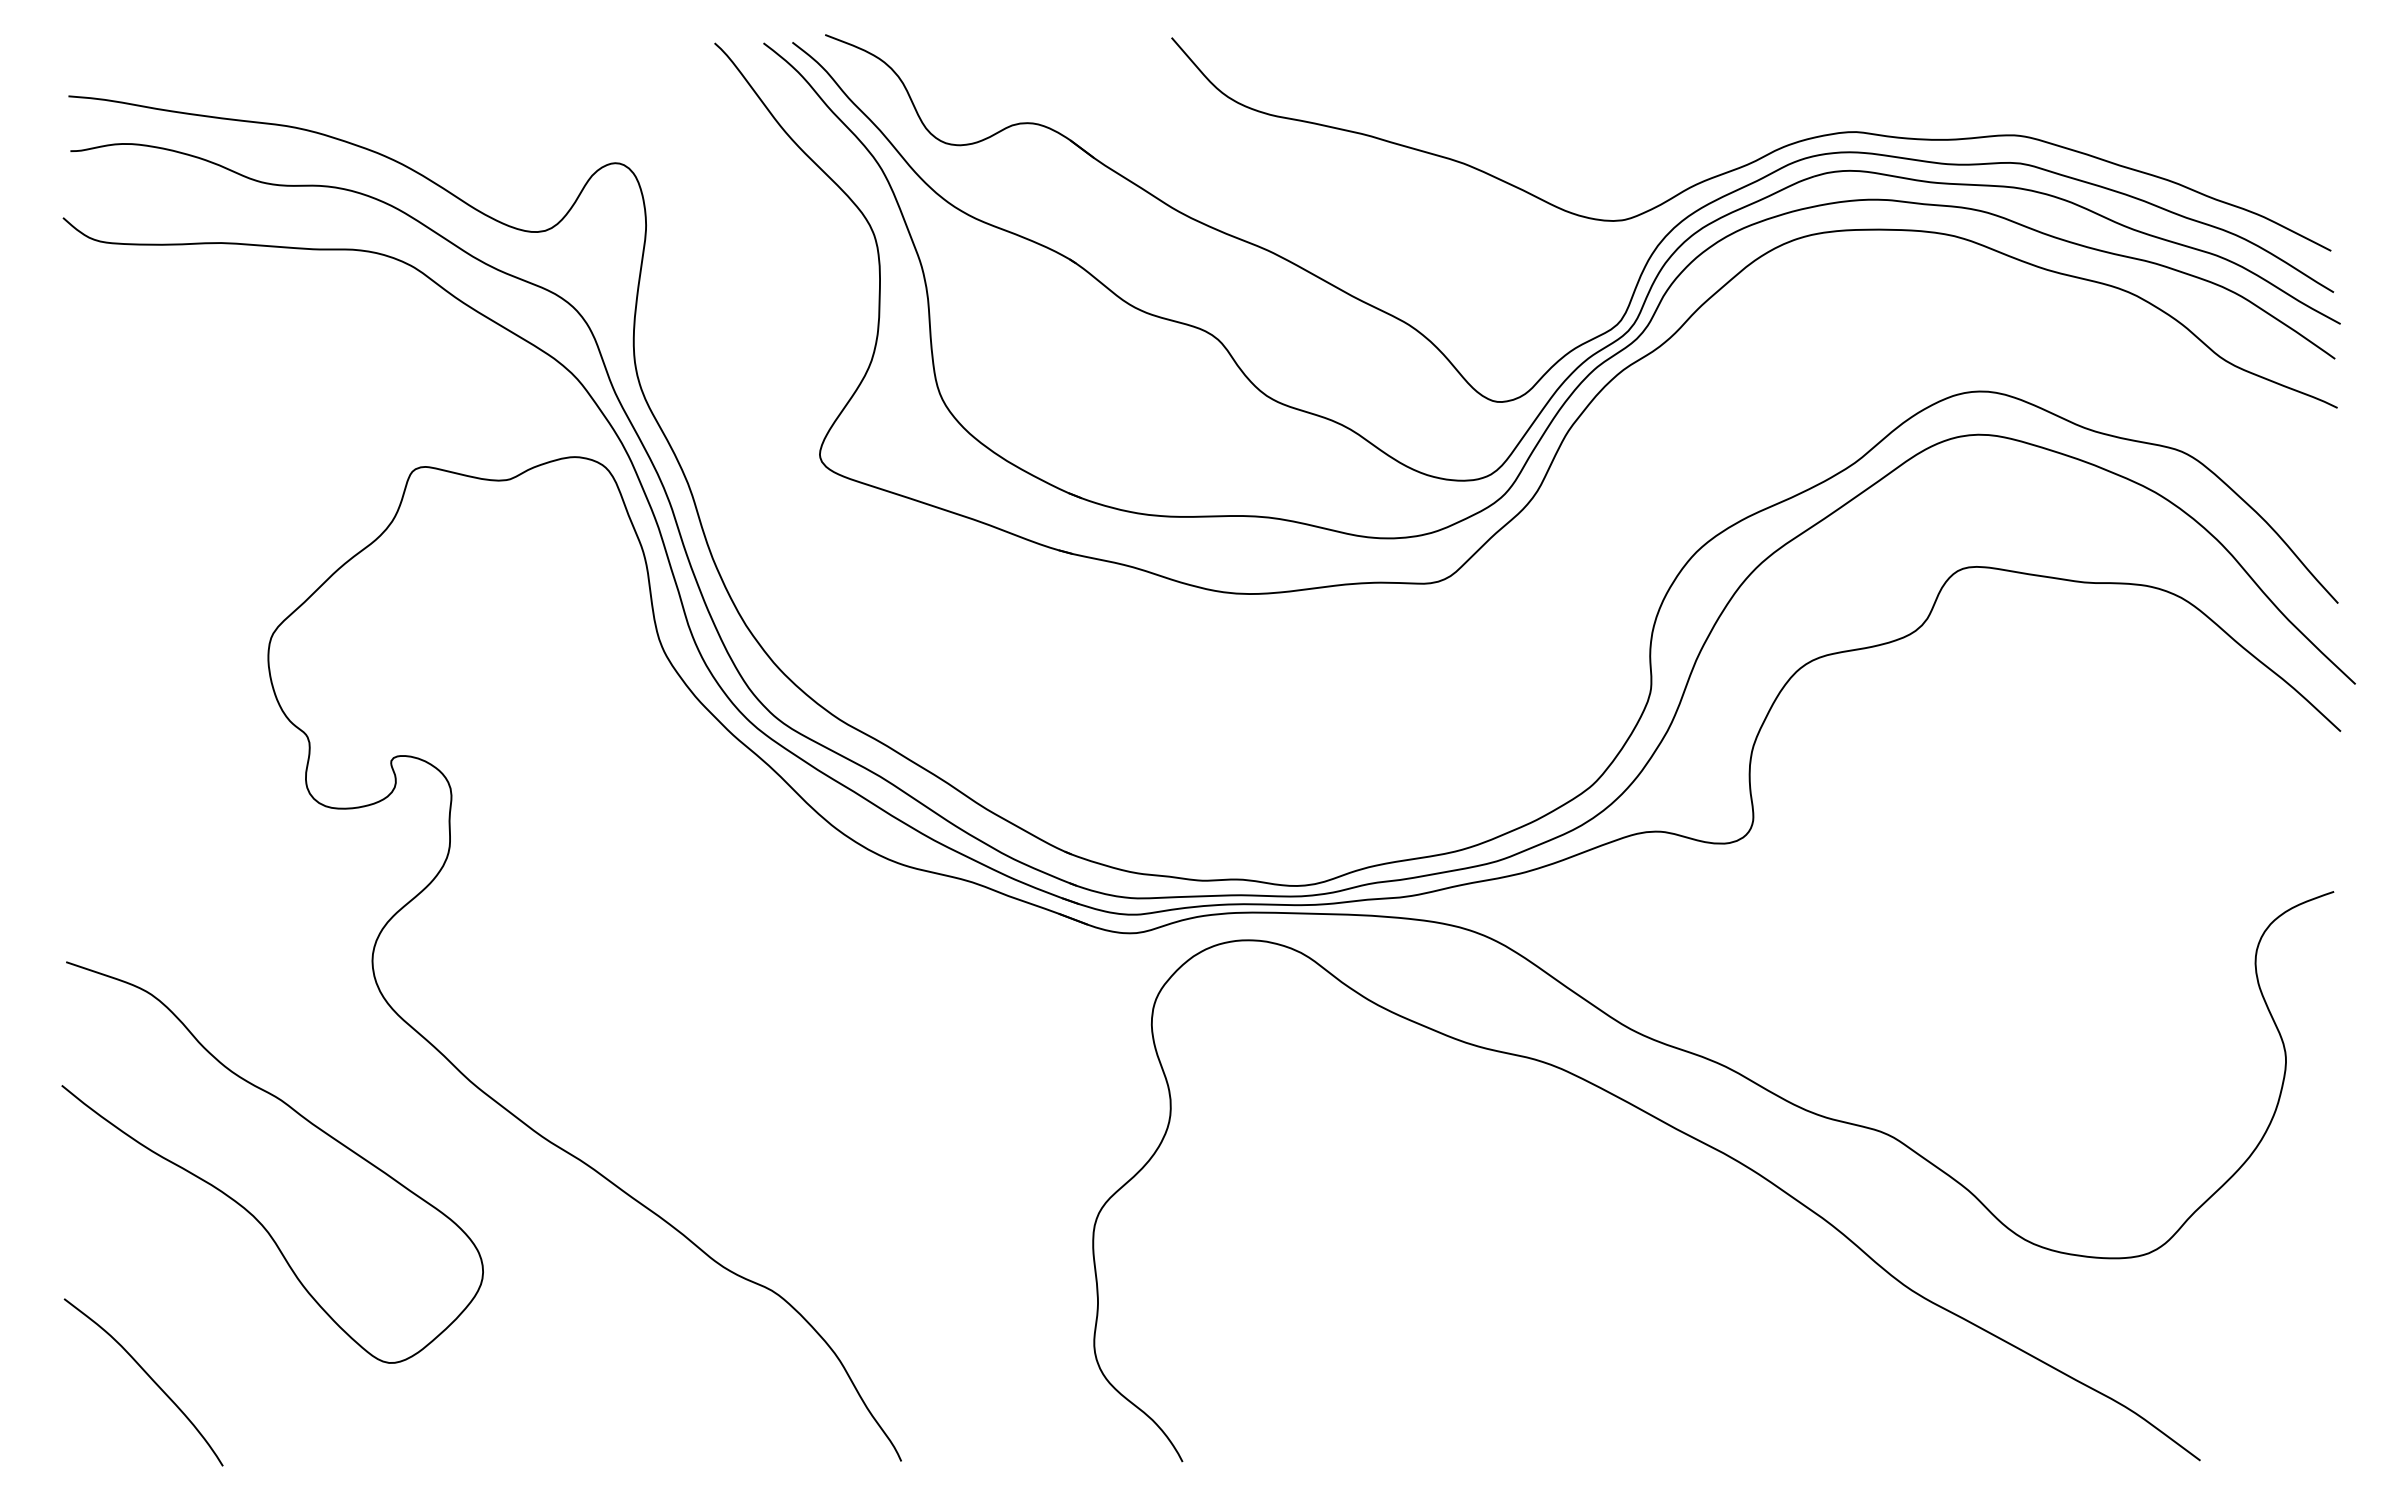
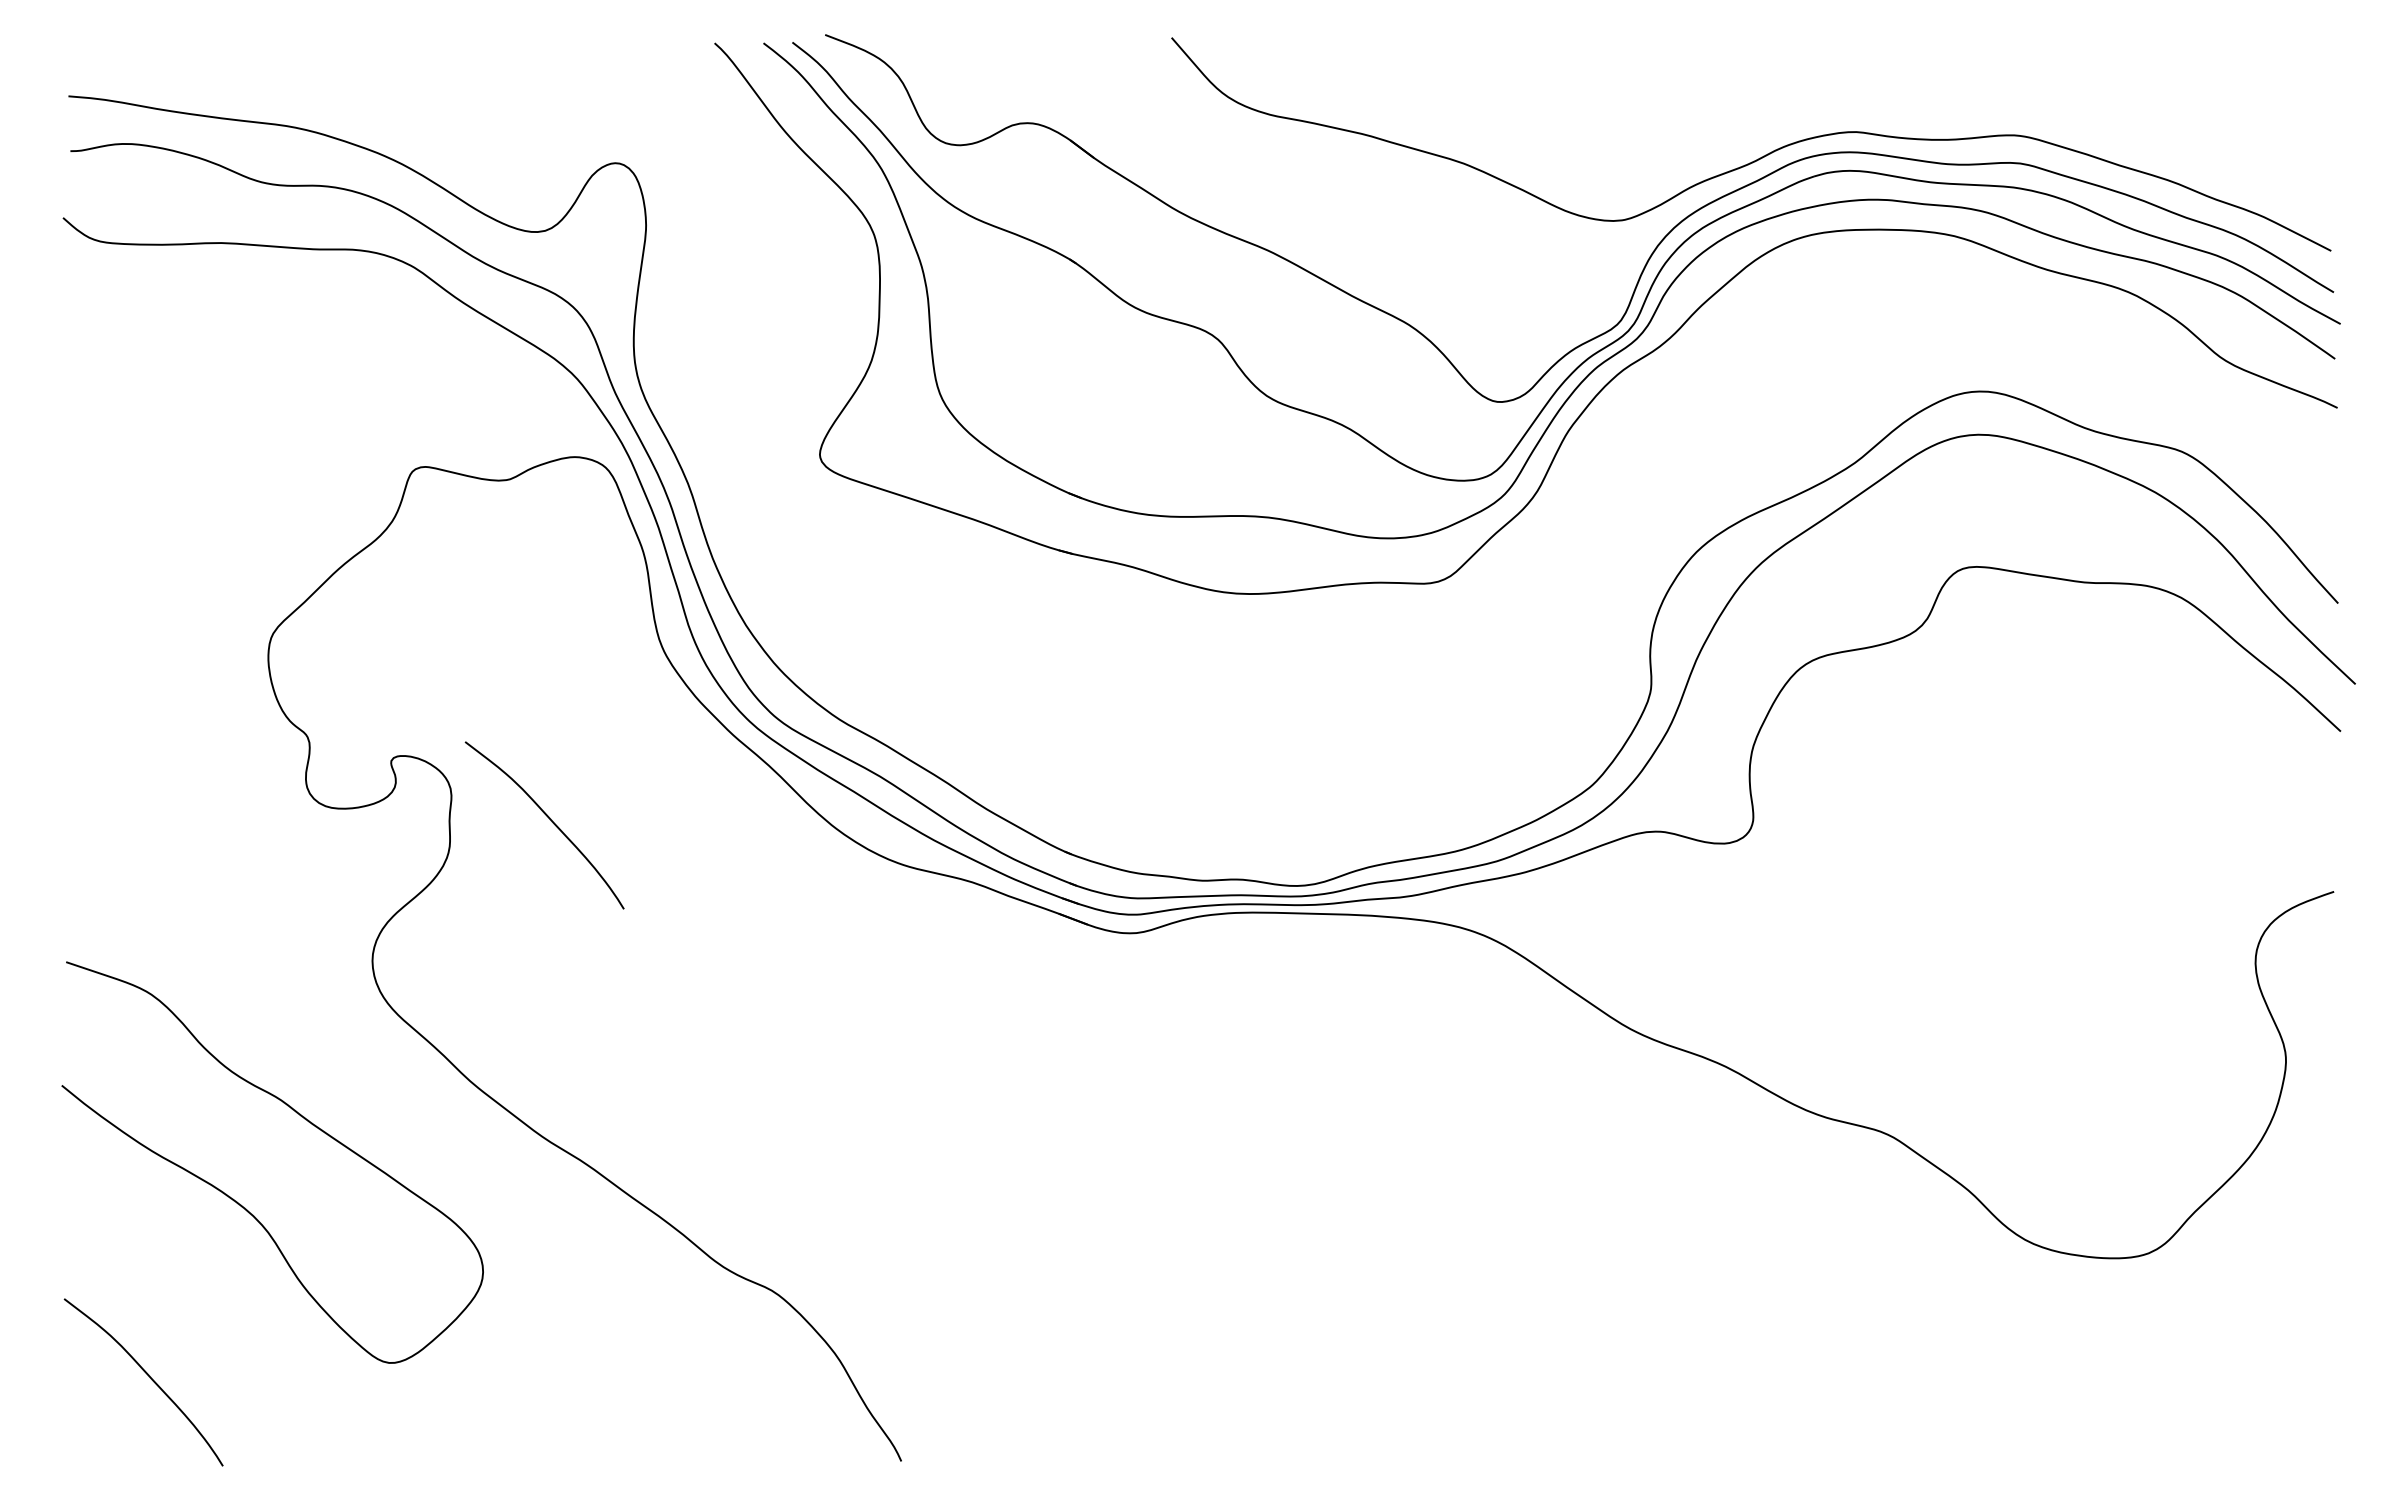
curve at (549, 819): none -> present
curve at (1680, 1132): present -> none
